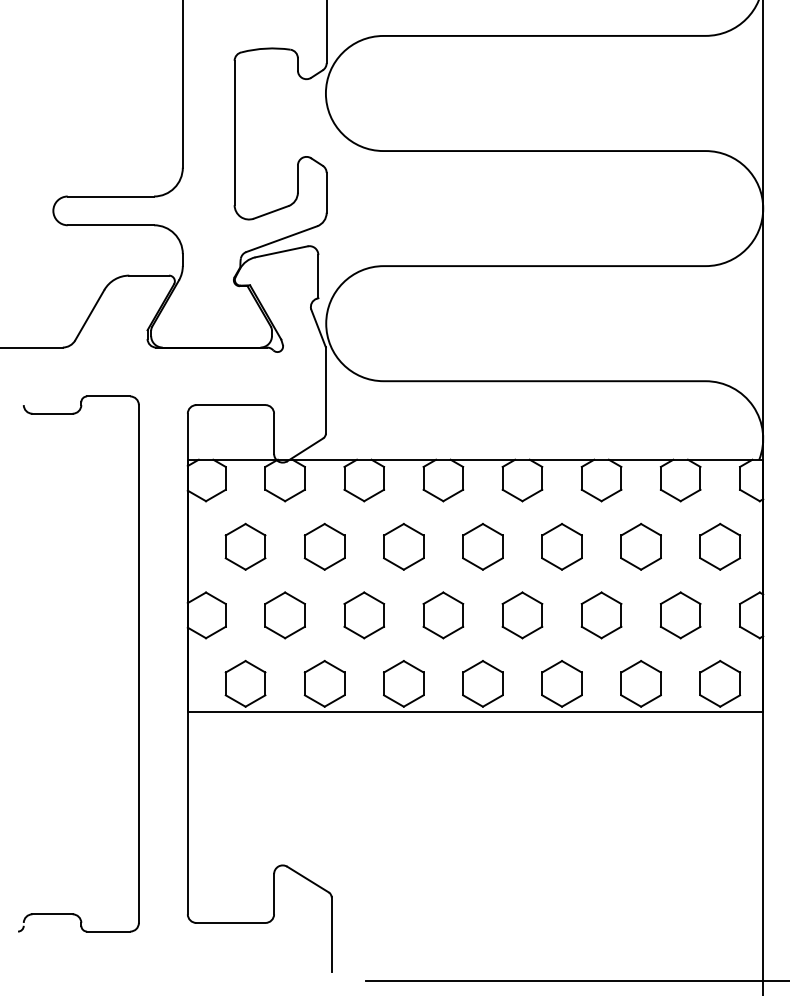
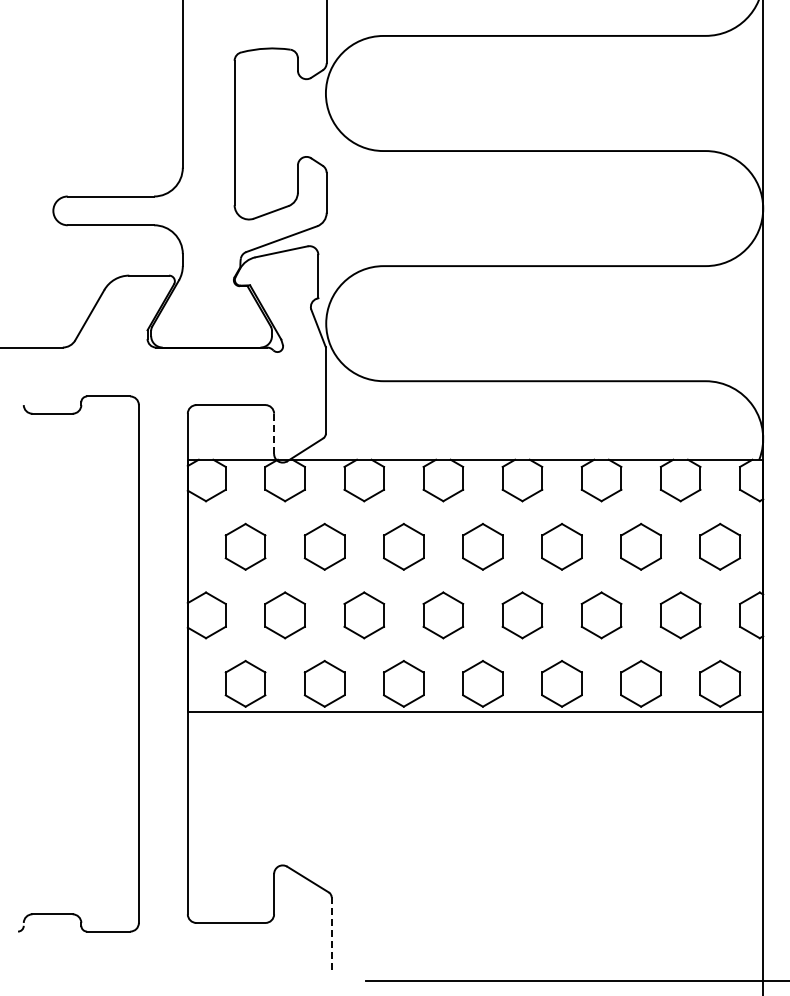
line at (274, 433): solid -> dashed
line at (331, 935): solid -> dashed
